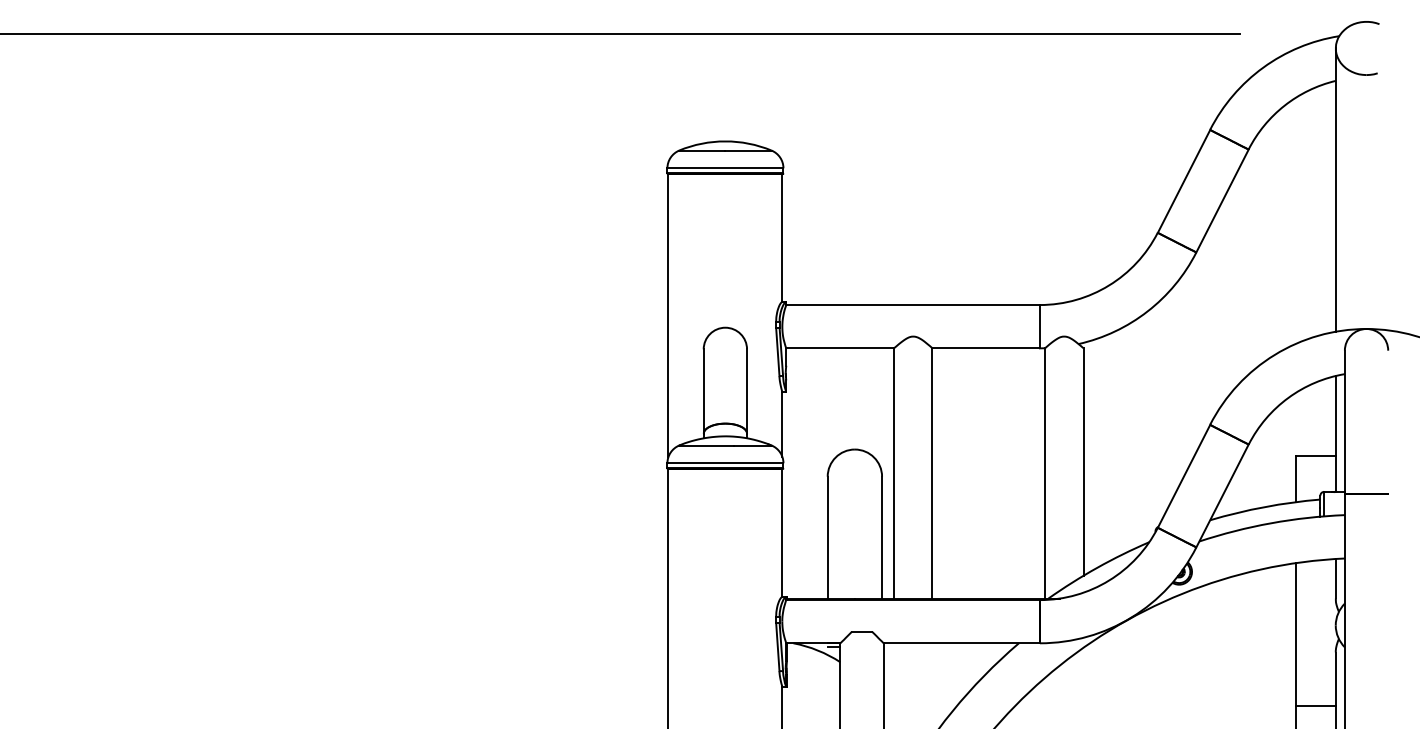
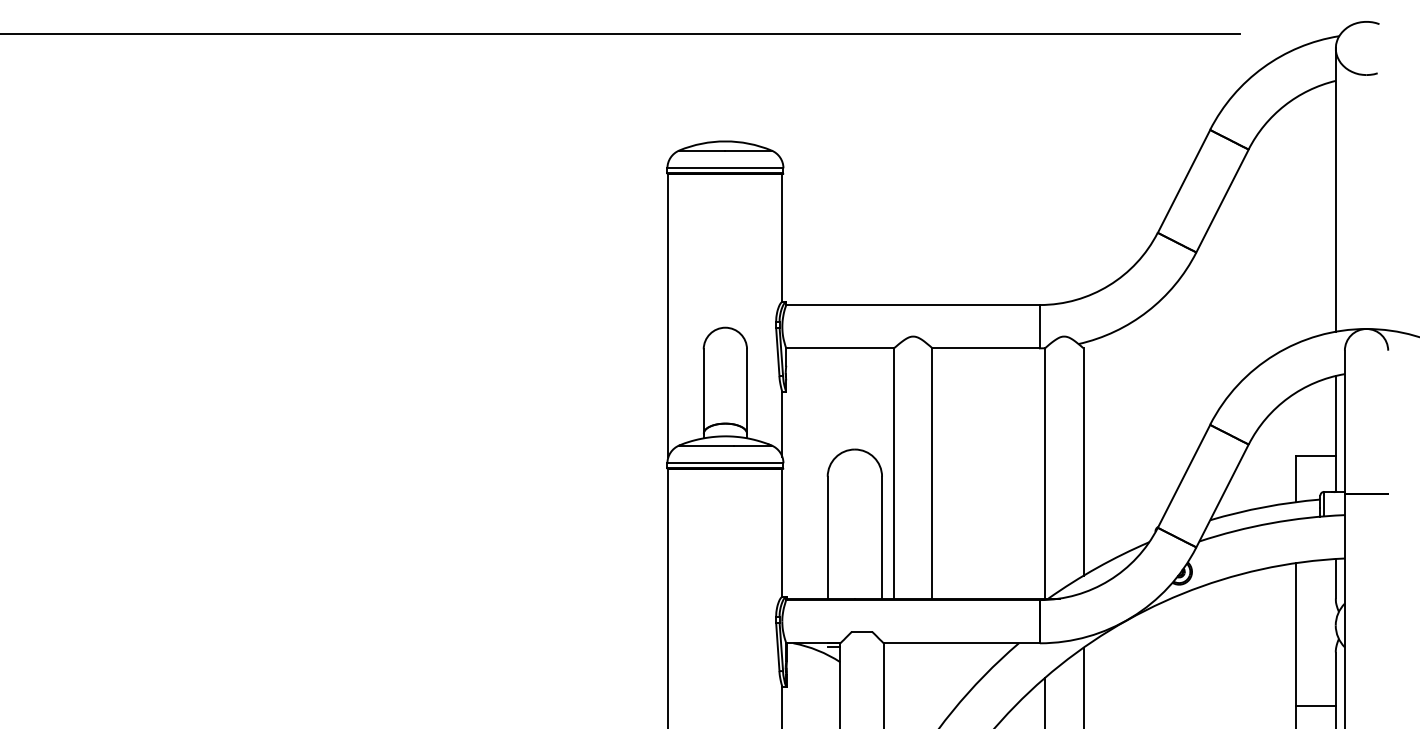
line at (1083, 686): none -> present
line at (1045, 701): none -> present
